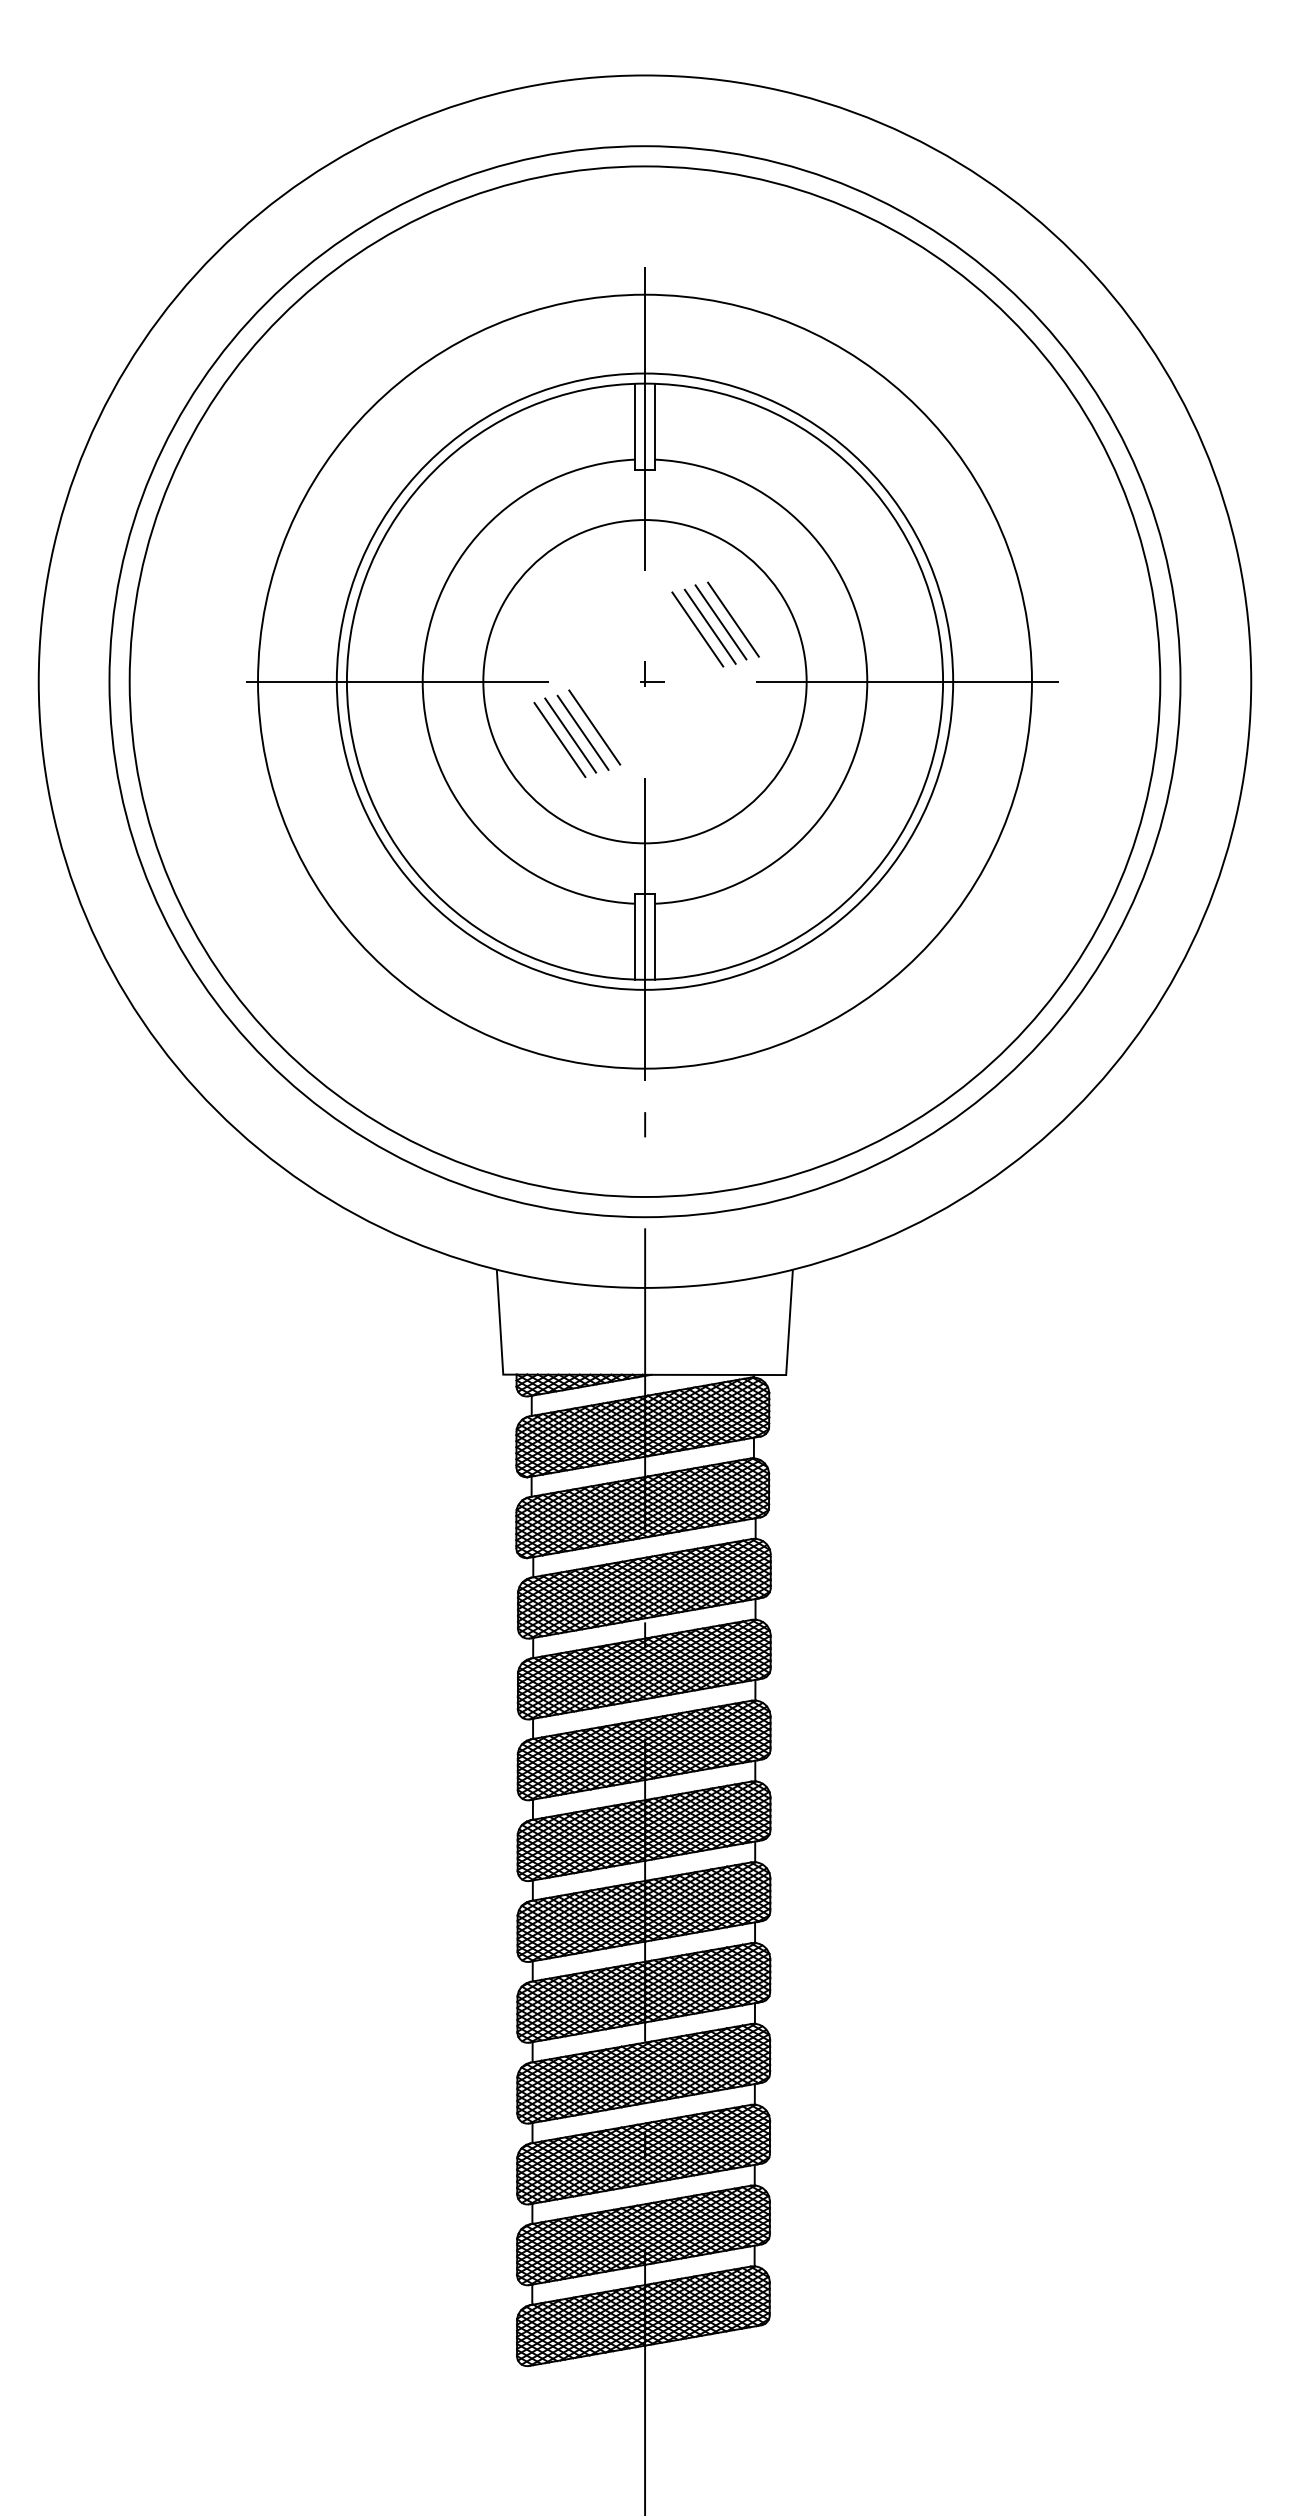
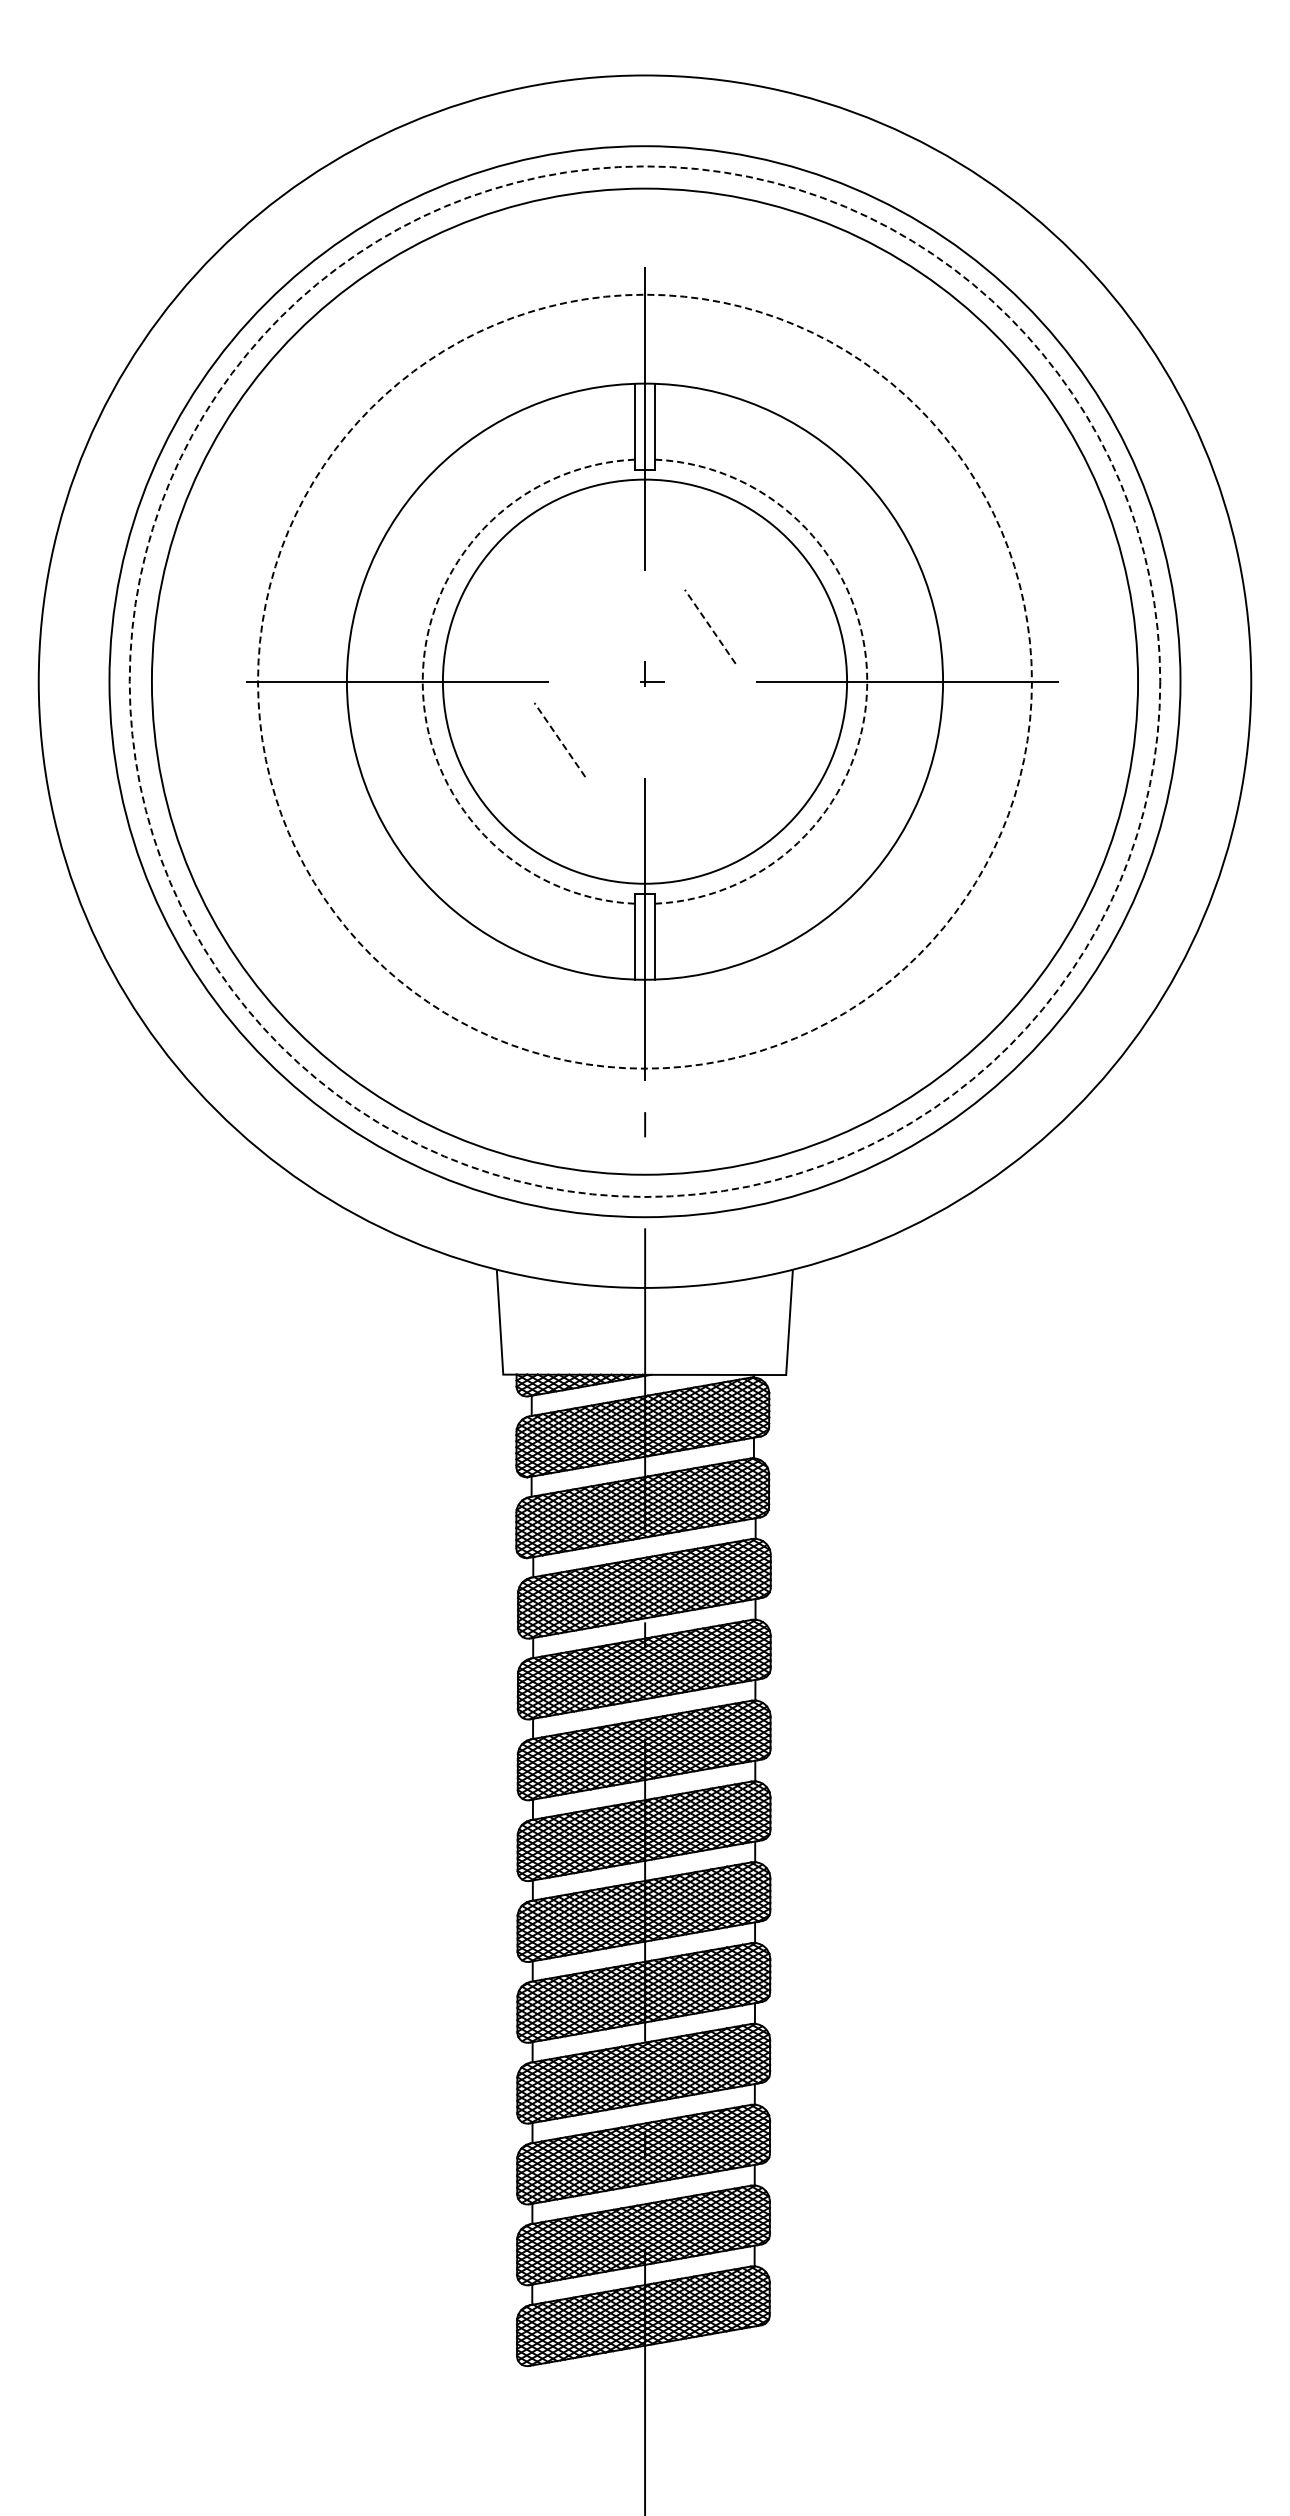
line at (733, 619): present -> none
line at (720, 622): present -> none
line at (710, 626): solid -> dashed
line at (697, 629): present -> none
arc at (422, 681): solid -> dashed
circle at (644, 681) diameter: 323 px -> 404 px
circle at (644, 681) diameter: 616 px -> 986 px
circle at (644, 681): solid -> dashed
circle at (644, 681): solid -> dashed
arc at (867, 681): solid -> dashed
line at (594, 727): present -> none
line at (582, 732): present -> none
line at (570, 735): present -> none
line at (559, 740): solid -> dashed
